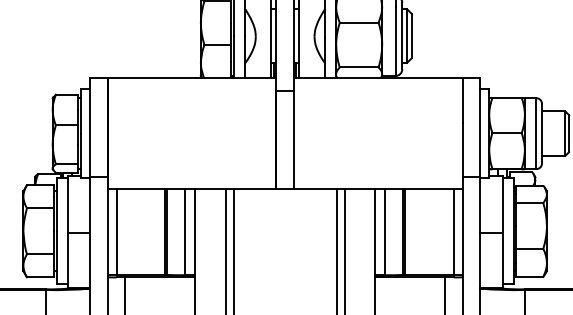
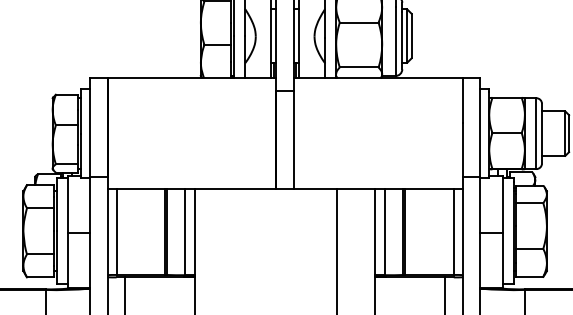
line at (225, 250): present -> none
line at (233, 250): present -> none
line at (344, 250): present -> none
